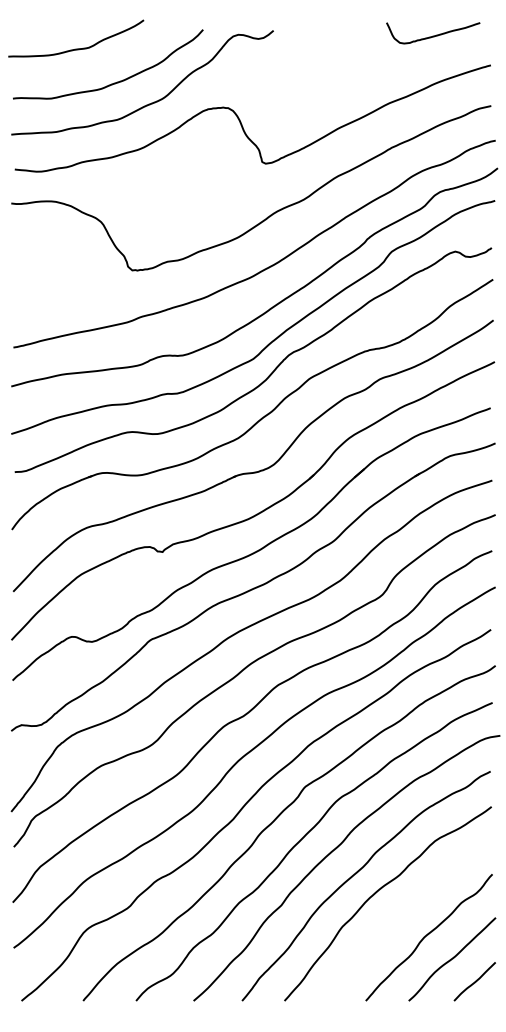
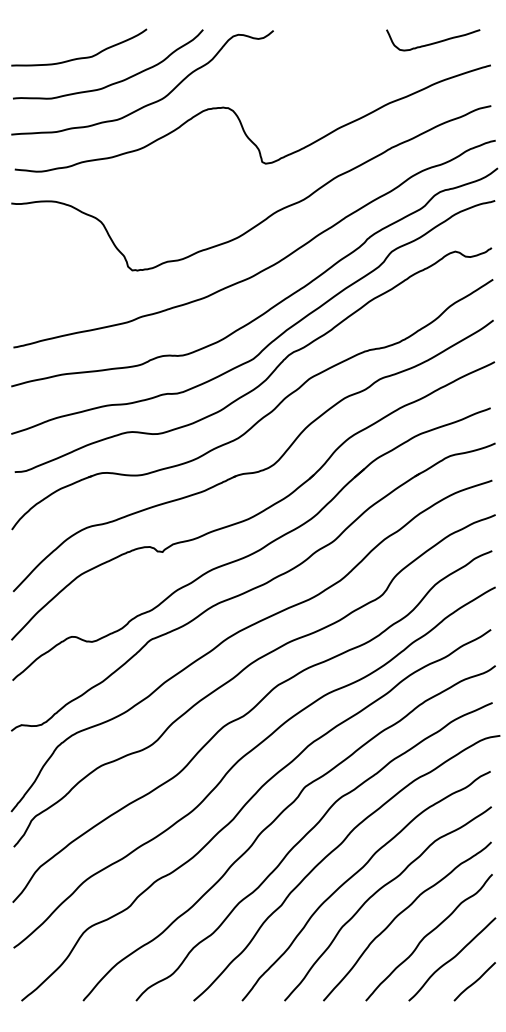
curve at (433, 35) position: (433, 35) -> (433, 42)
curve at (76, 48) position: (76, 48) -> (79, 57)
curve at (403, 912): none -> present
